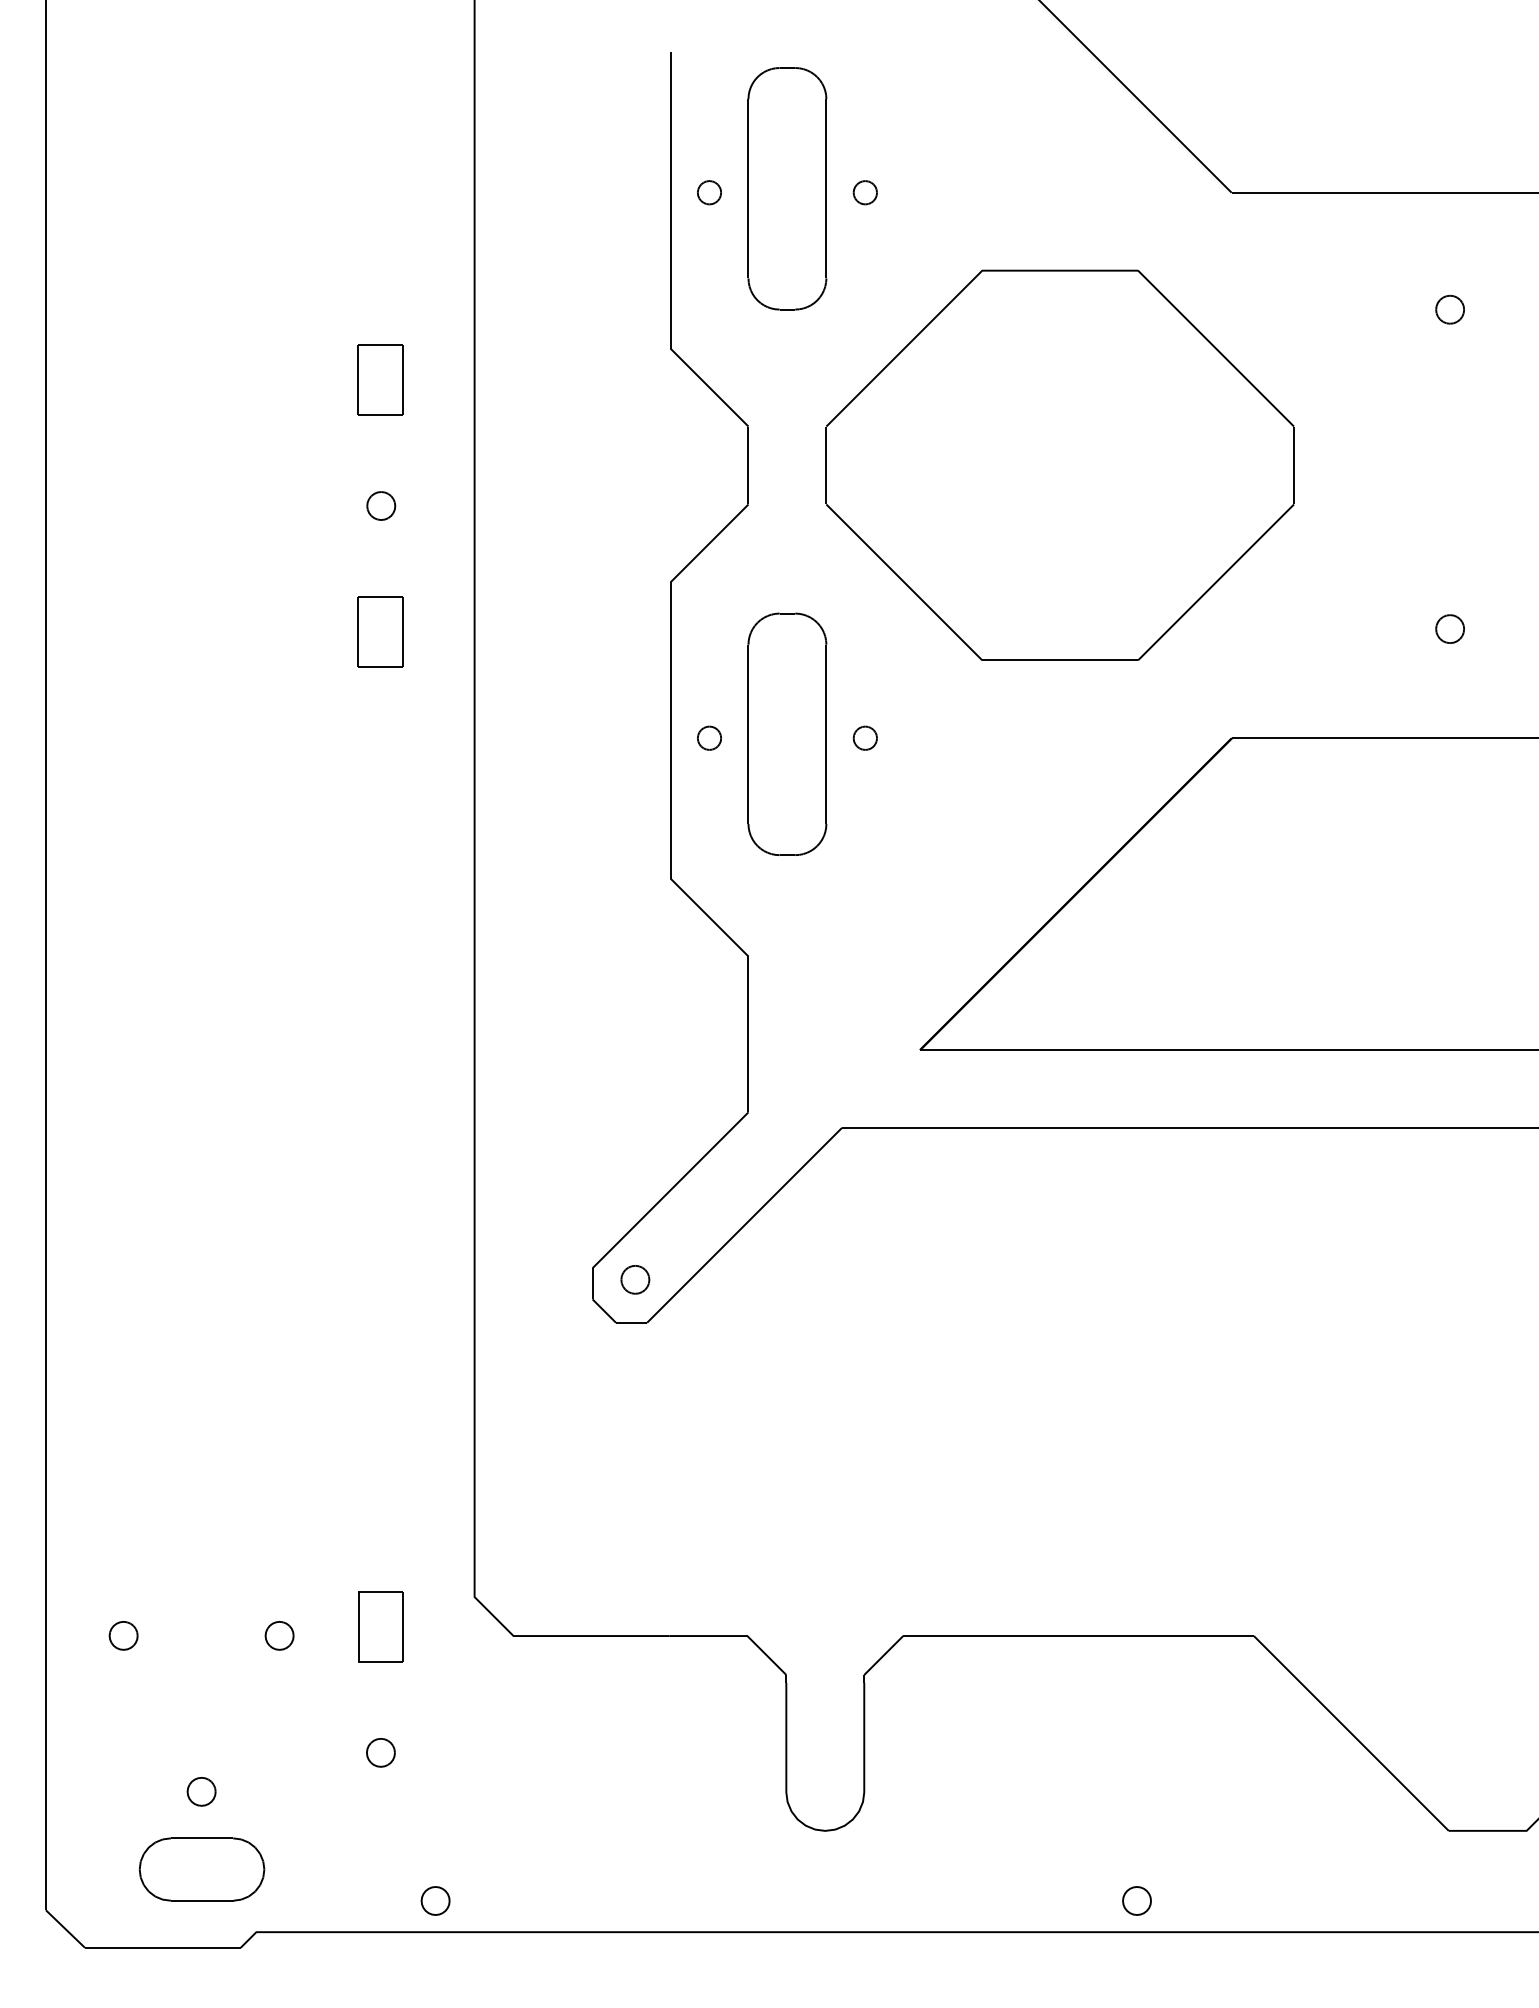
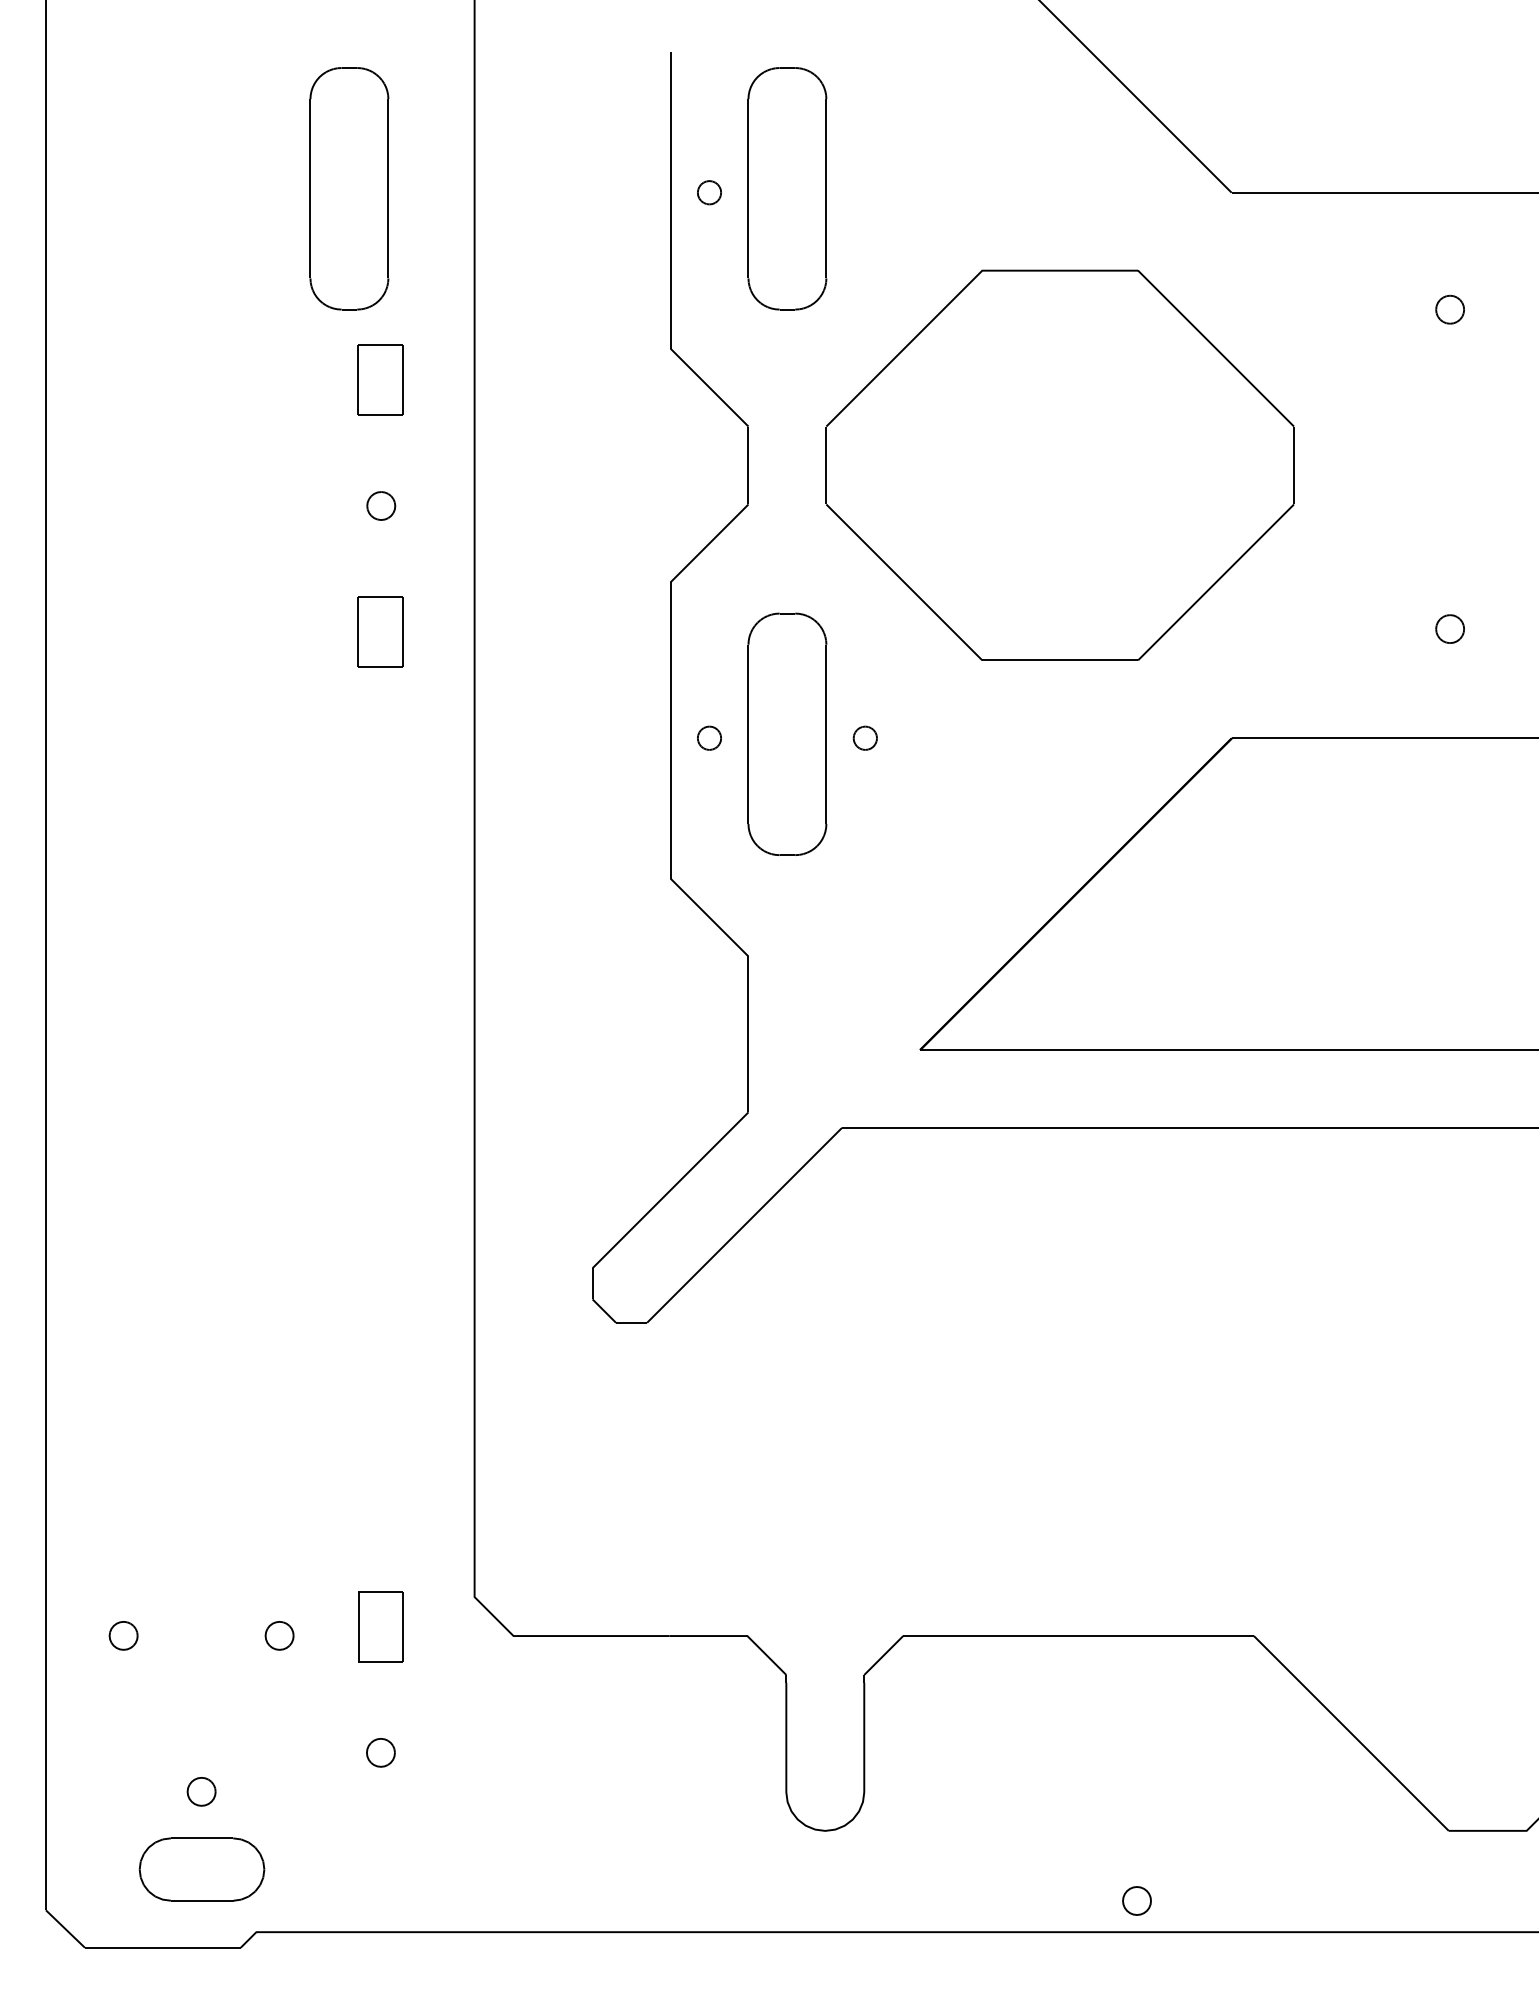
part at (349, 188): none -> present
part at (864, 192): present -> none
part at (635, 1279): present -> none
part at (435, 1900): present -> none
